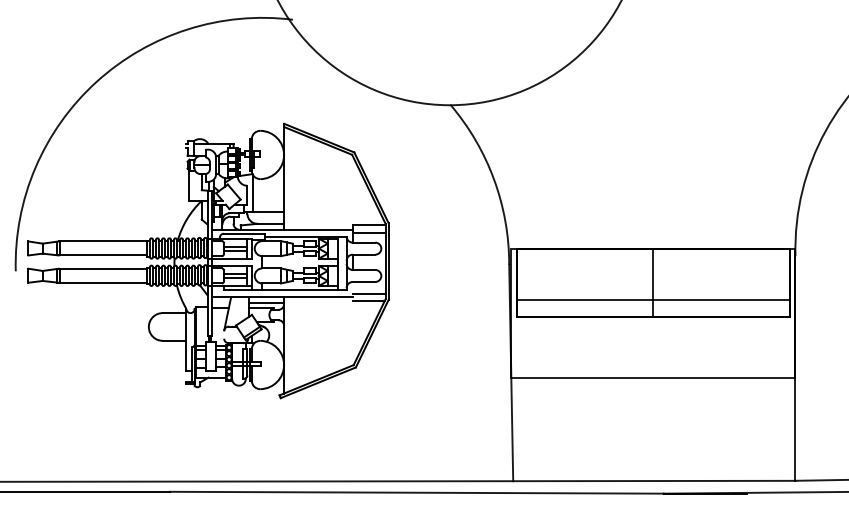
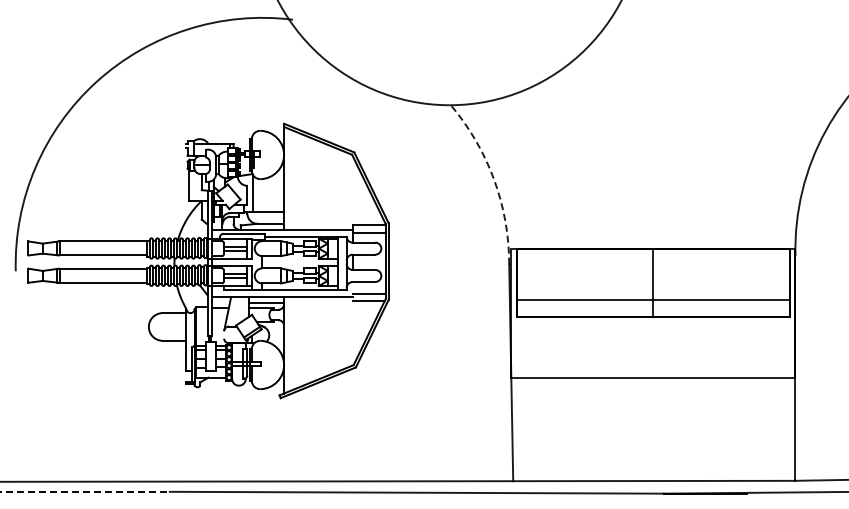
arc at (494, 179): solid -> dashed
line at (85, 491): solid -> dashed
